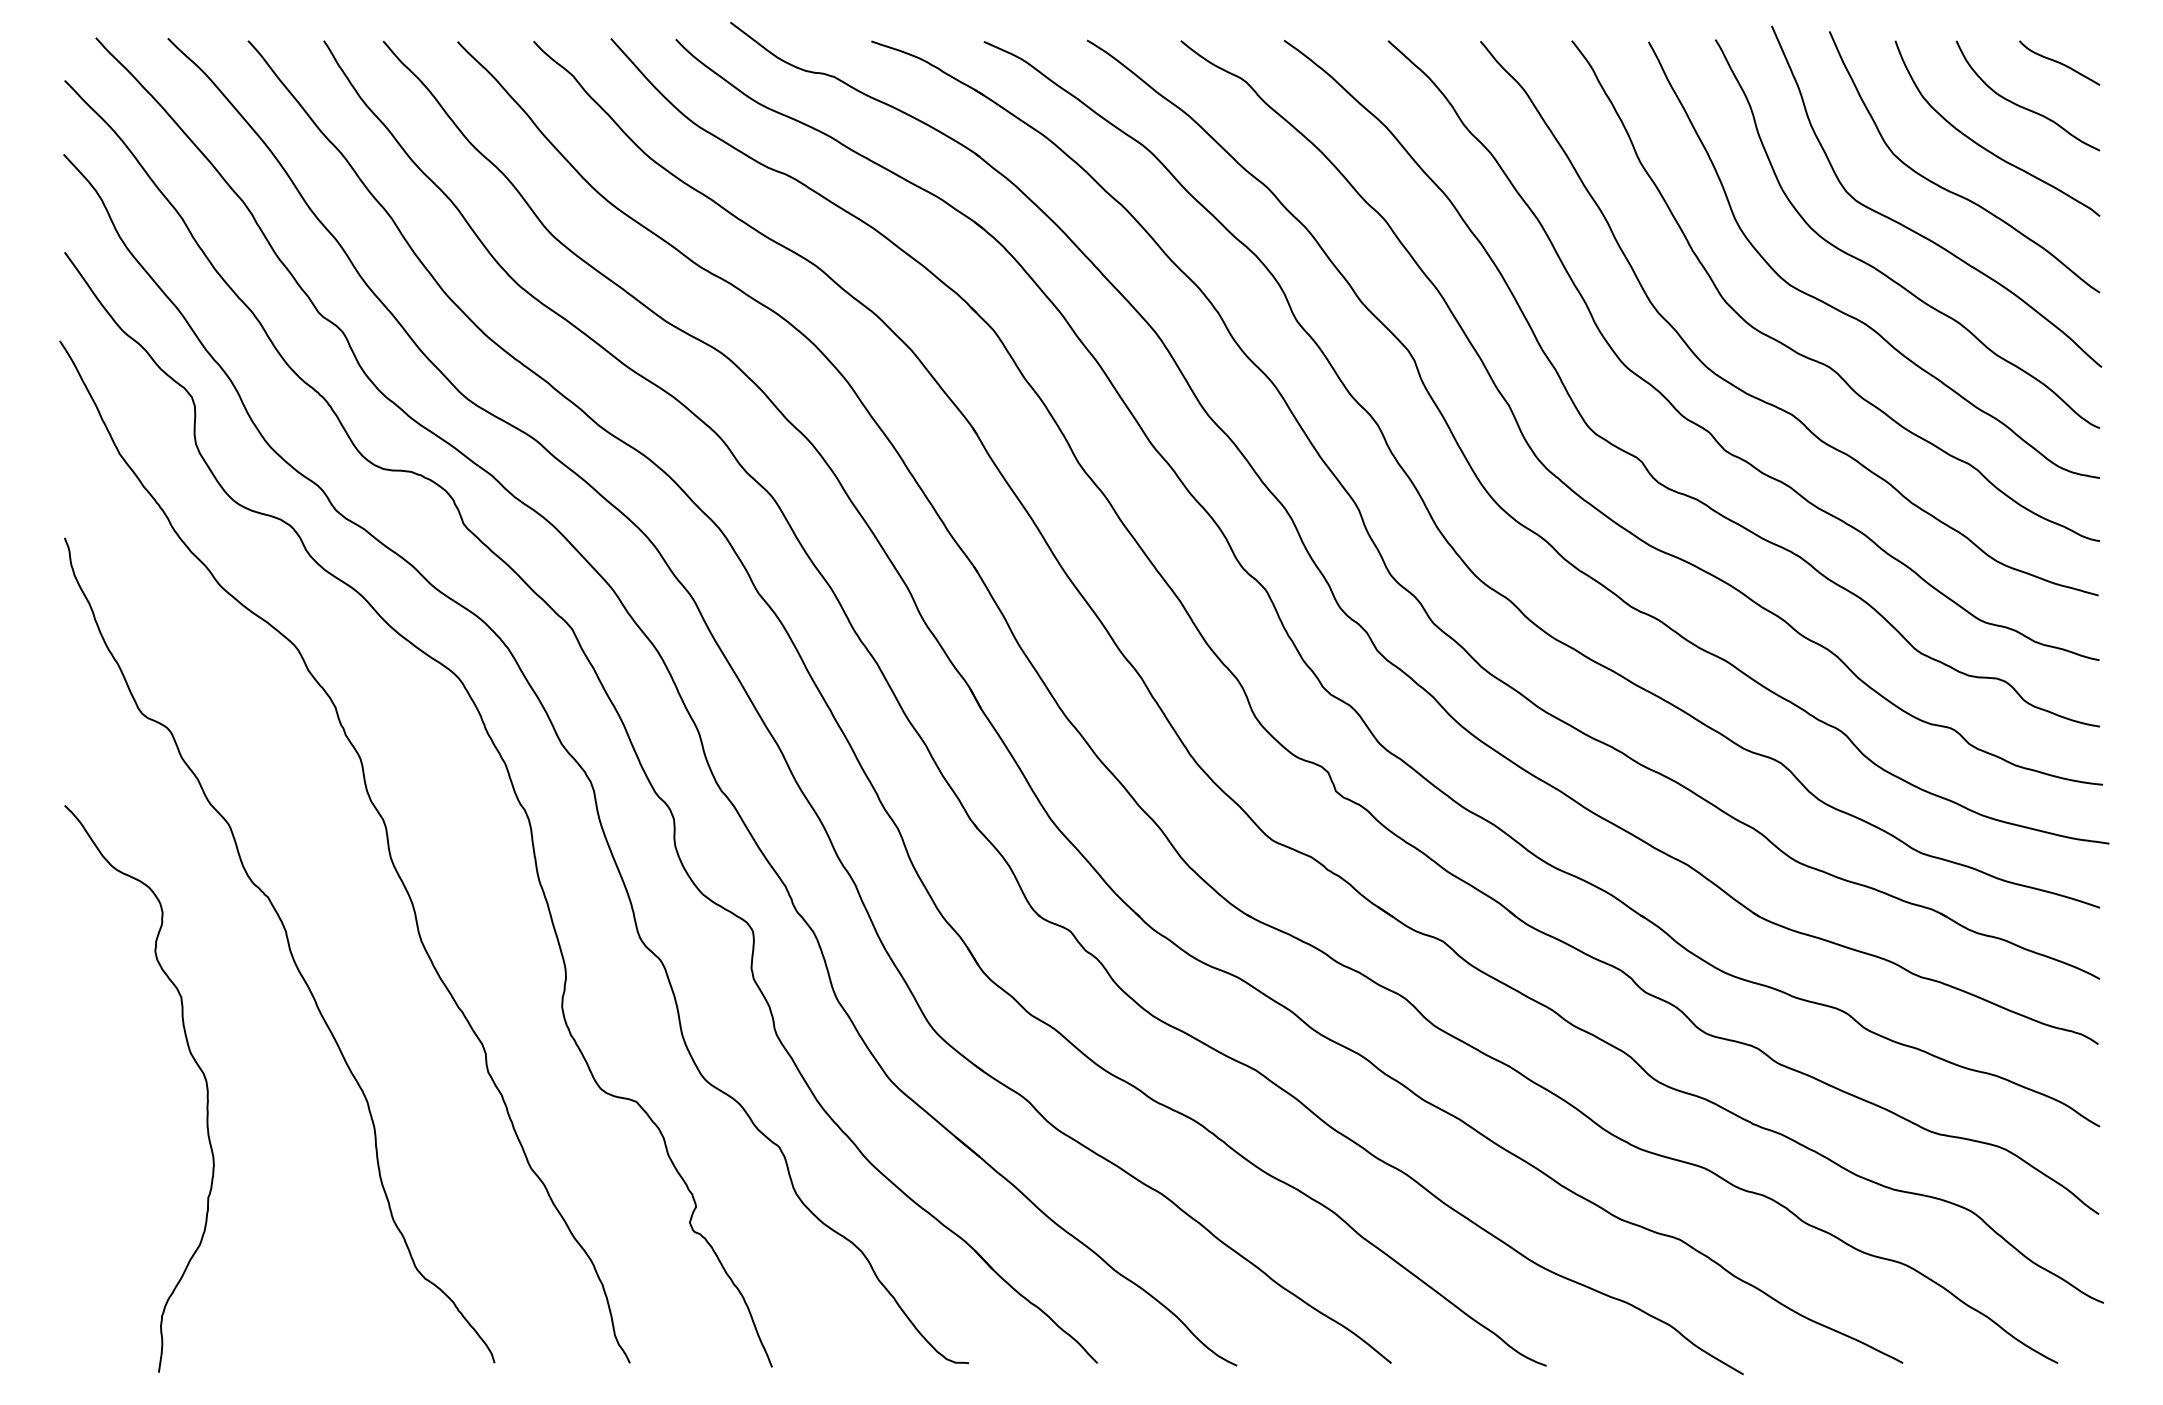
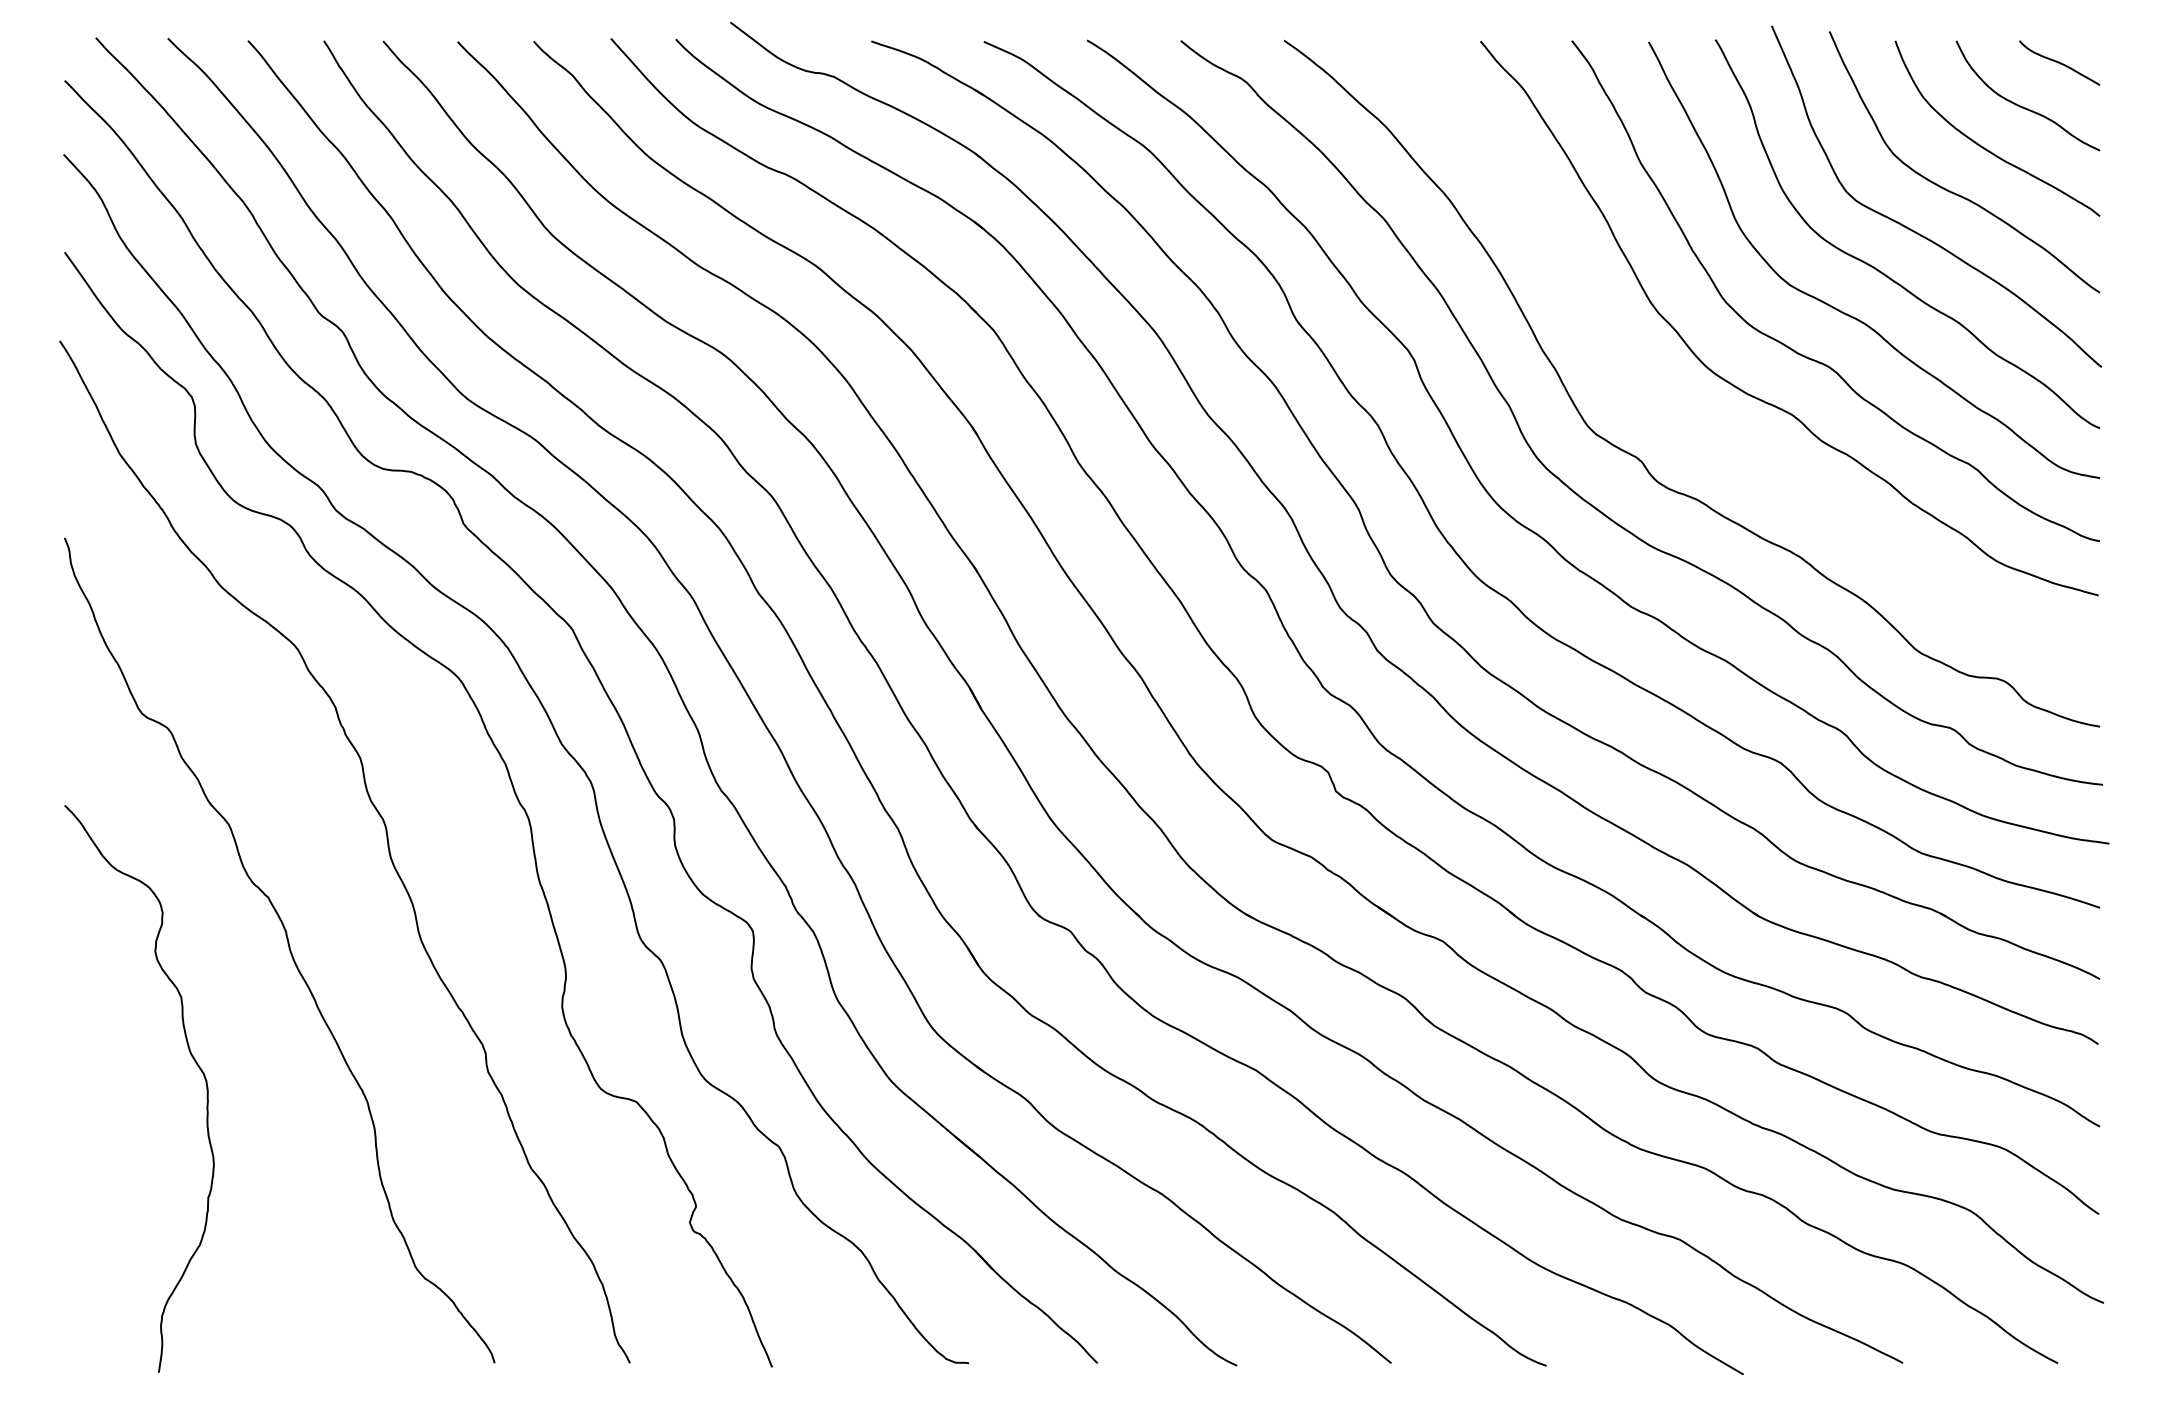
curve at (1702, 426): present -> none
